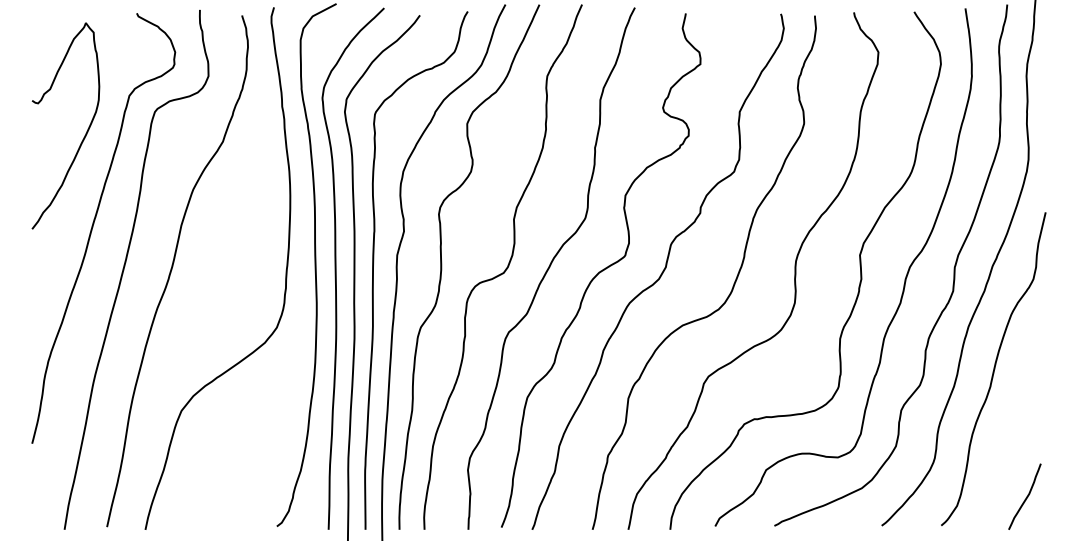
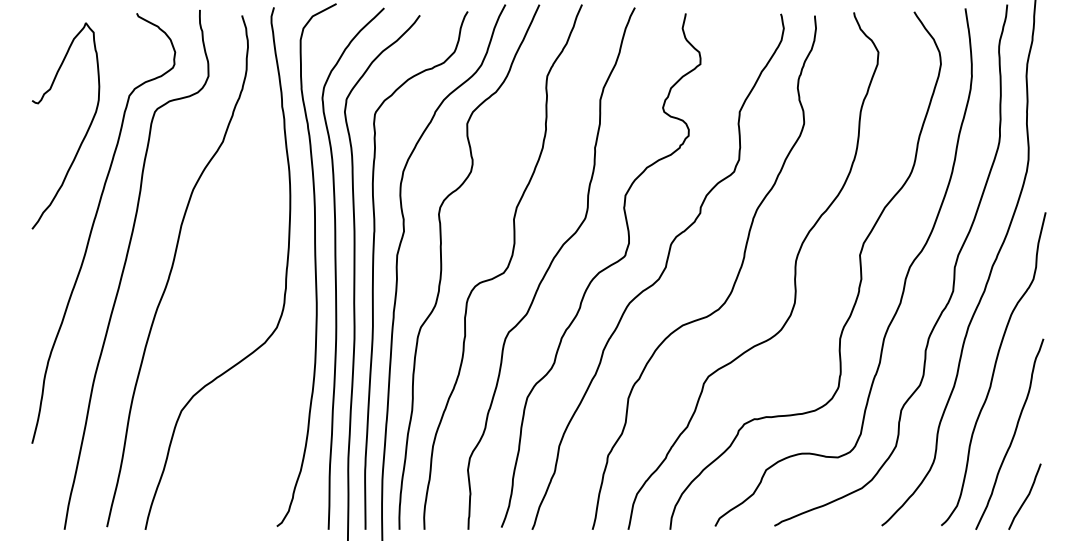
curve at (1013, 433): none -> present
